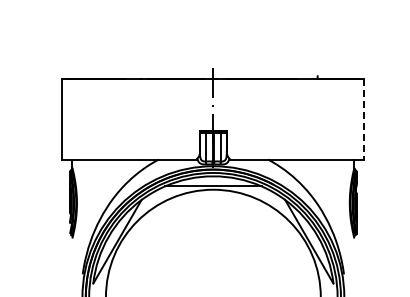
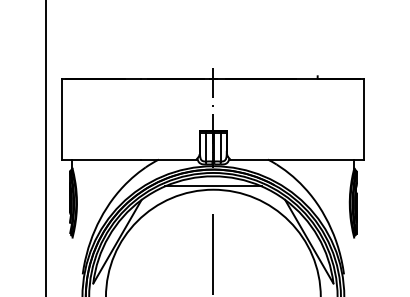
line at (364, 119): dashed -> solid
line at (45, 147): none -> present
line at (213, 253): none -> present
